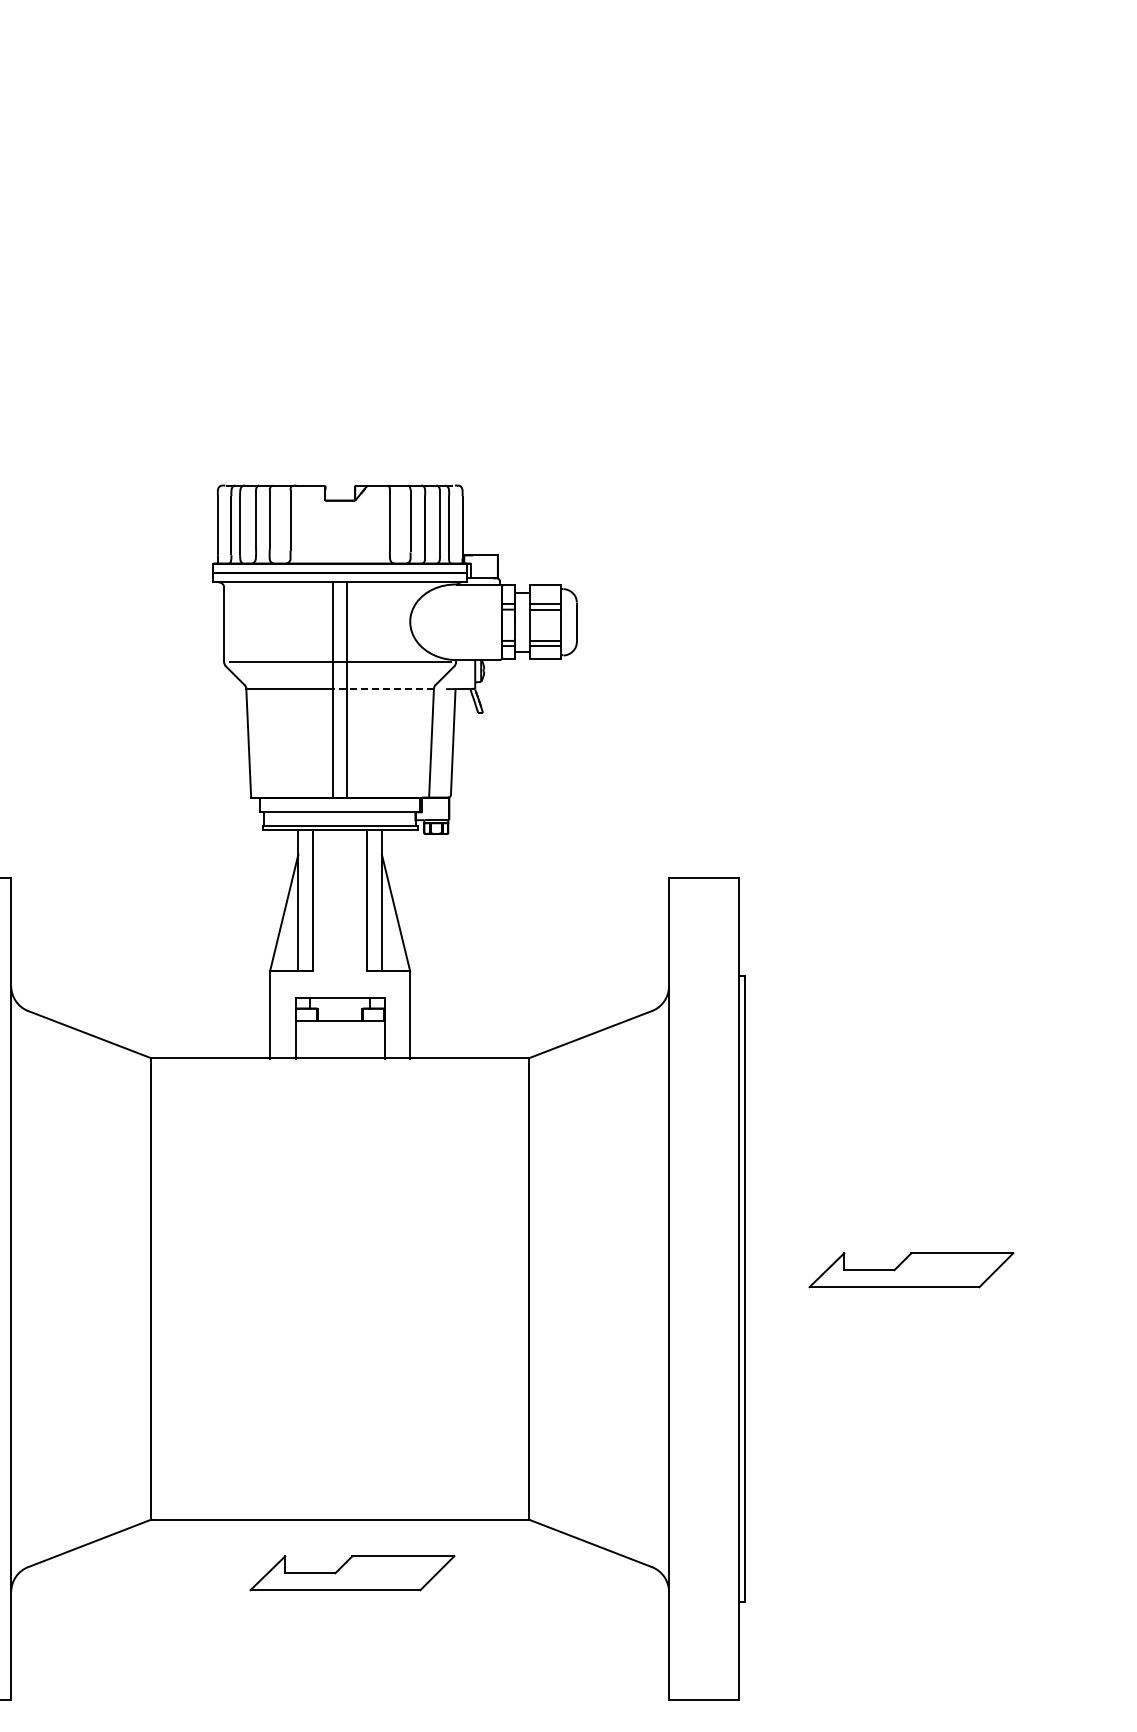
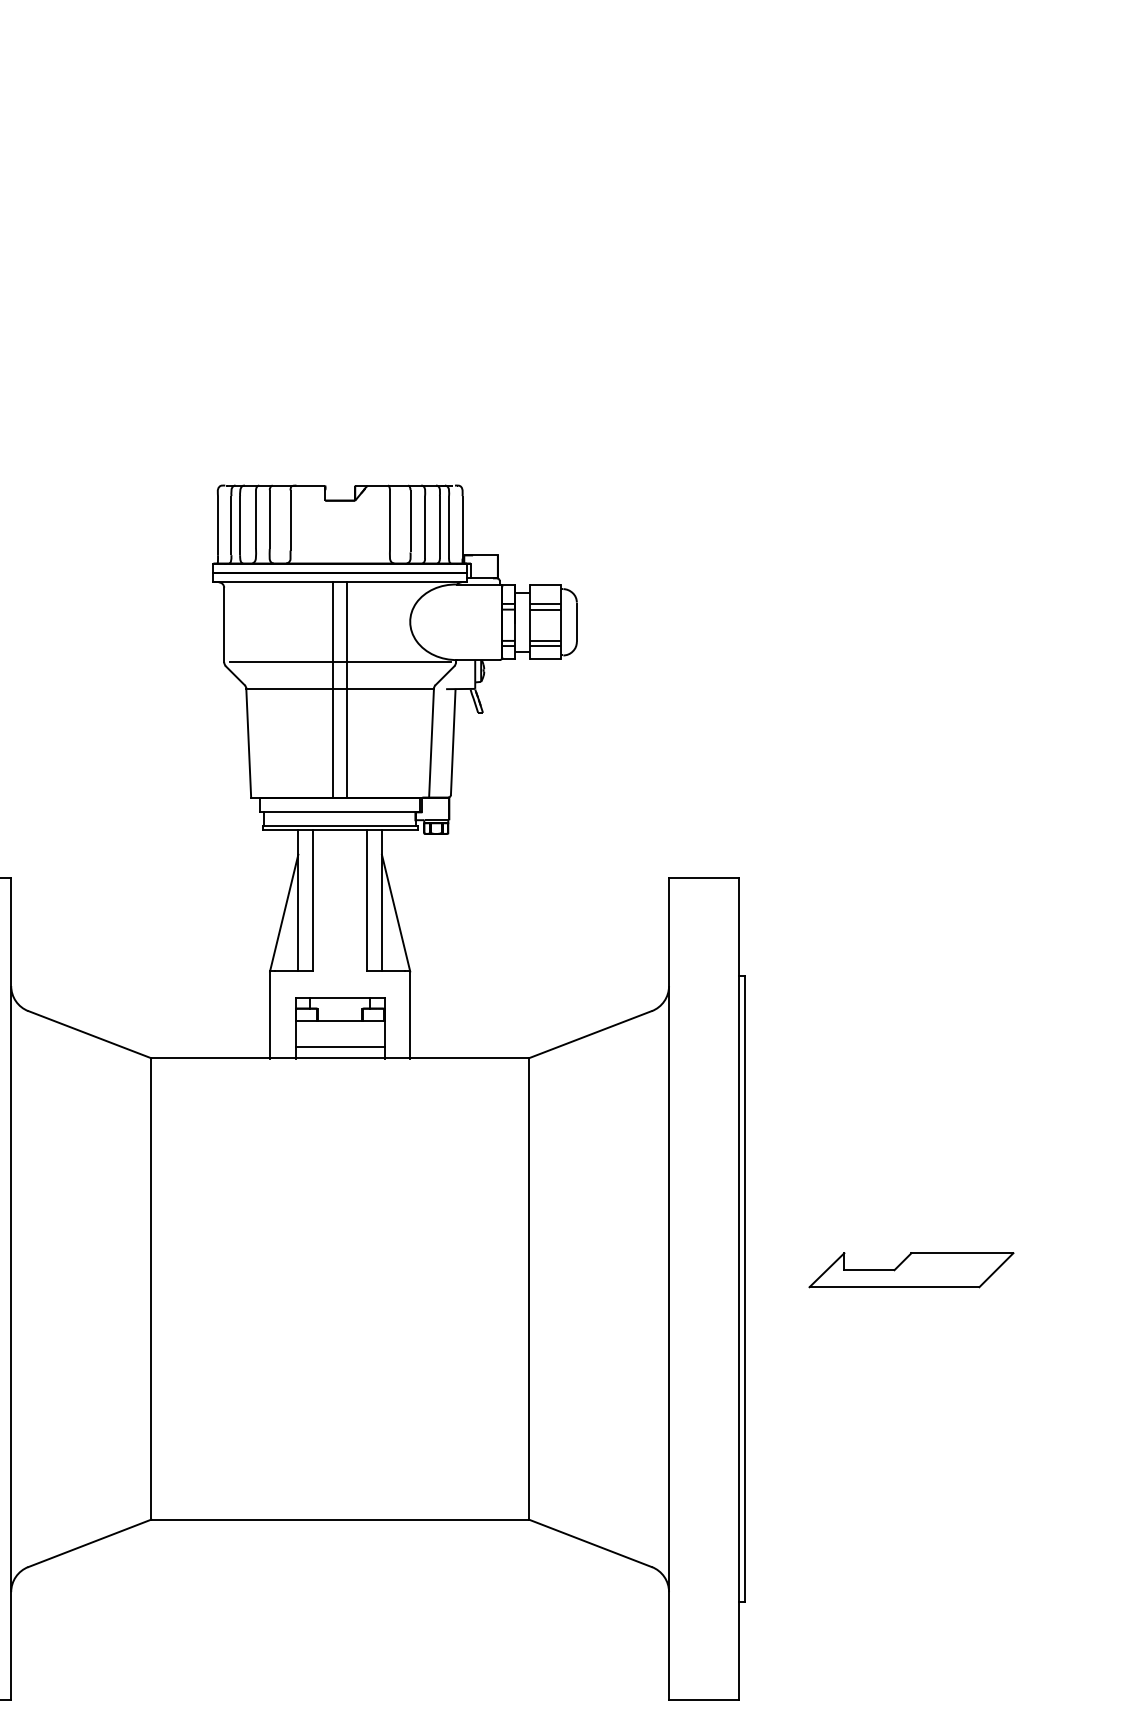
line at (383, 688): dashed -> solid
line at (339, 1046): none -> present
part at (352, 1573): present -> none
